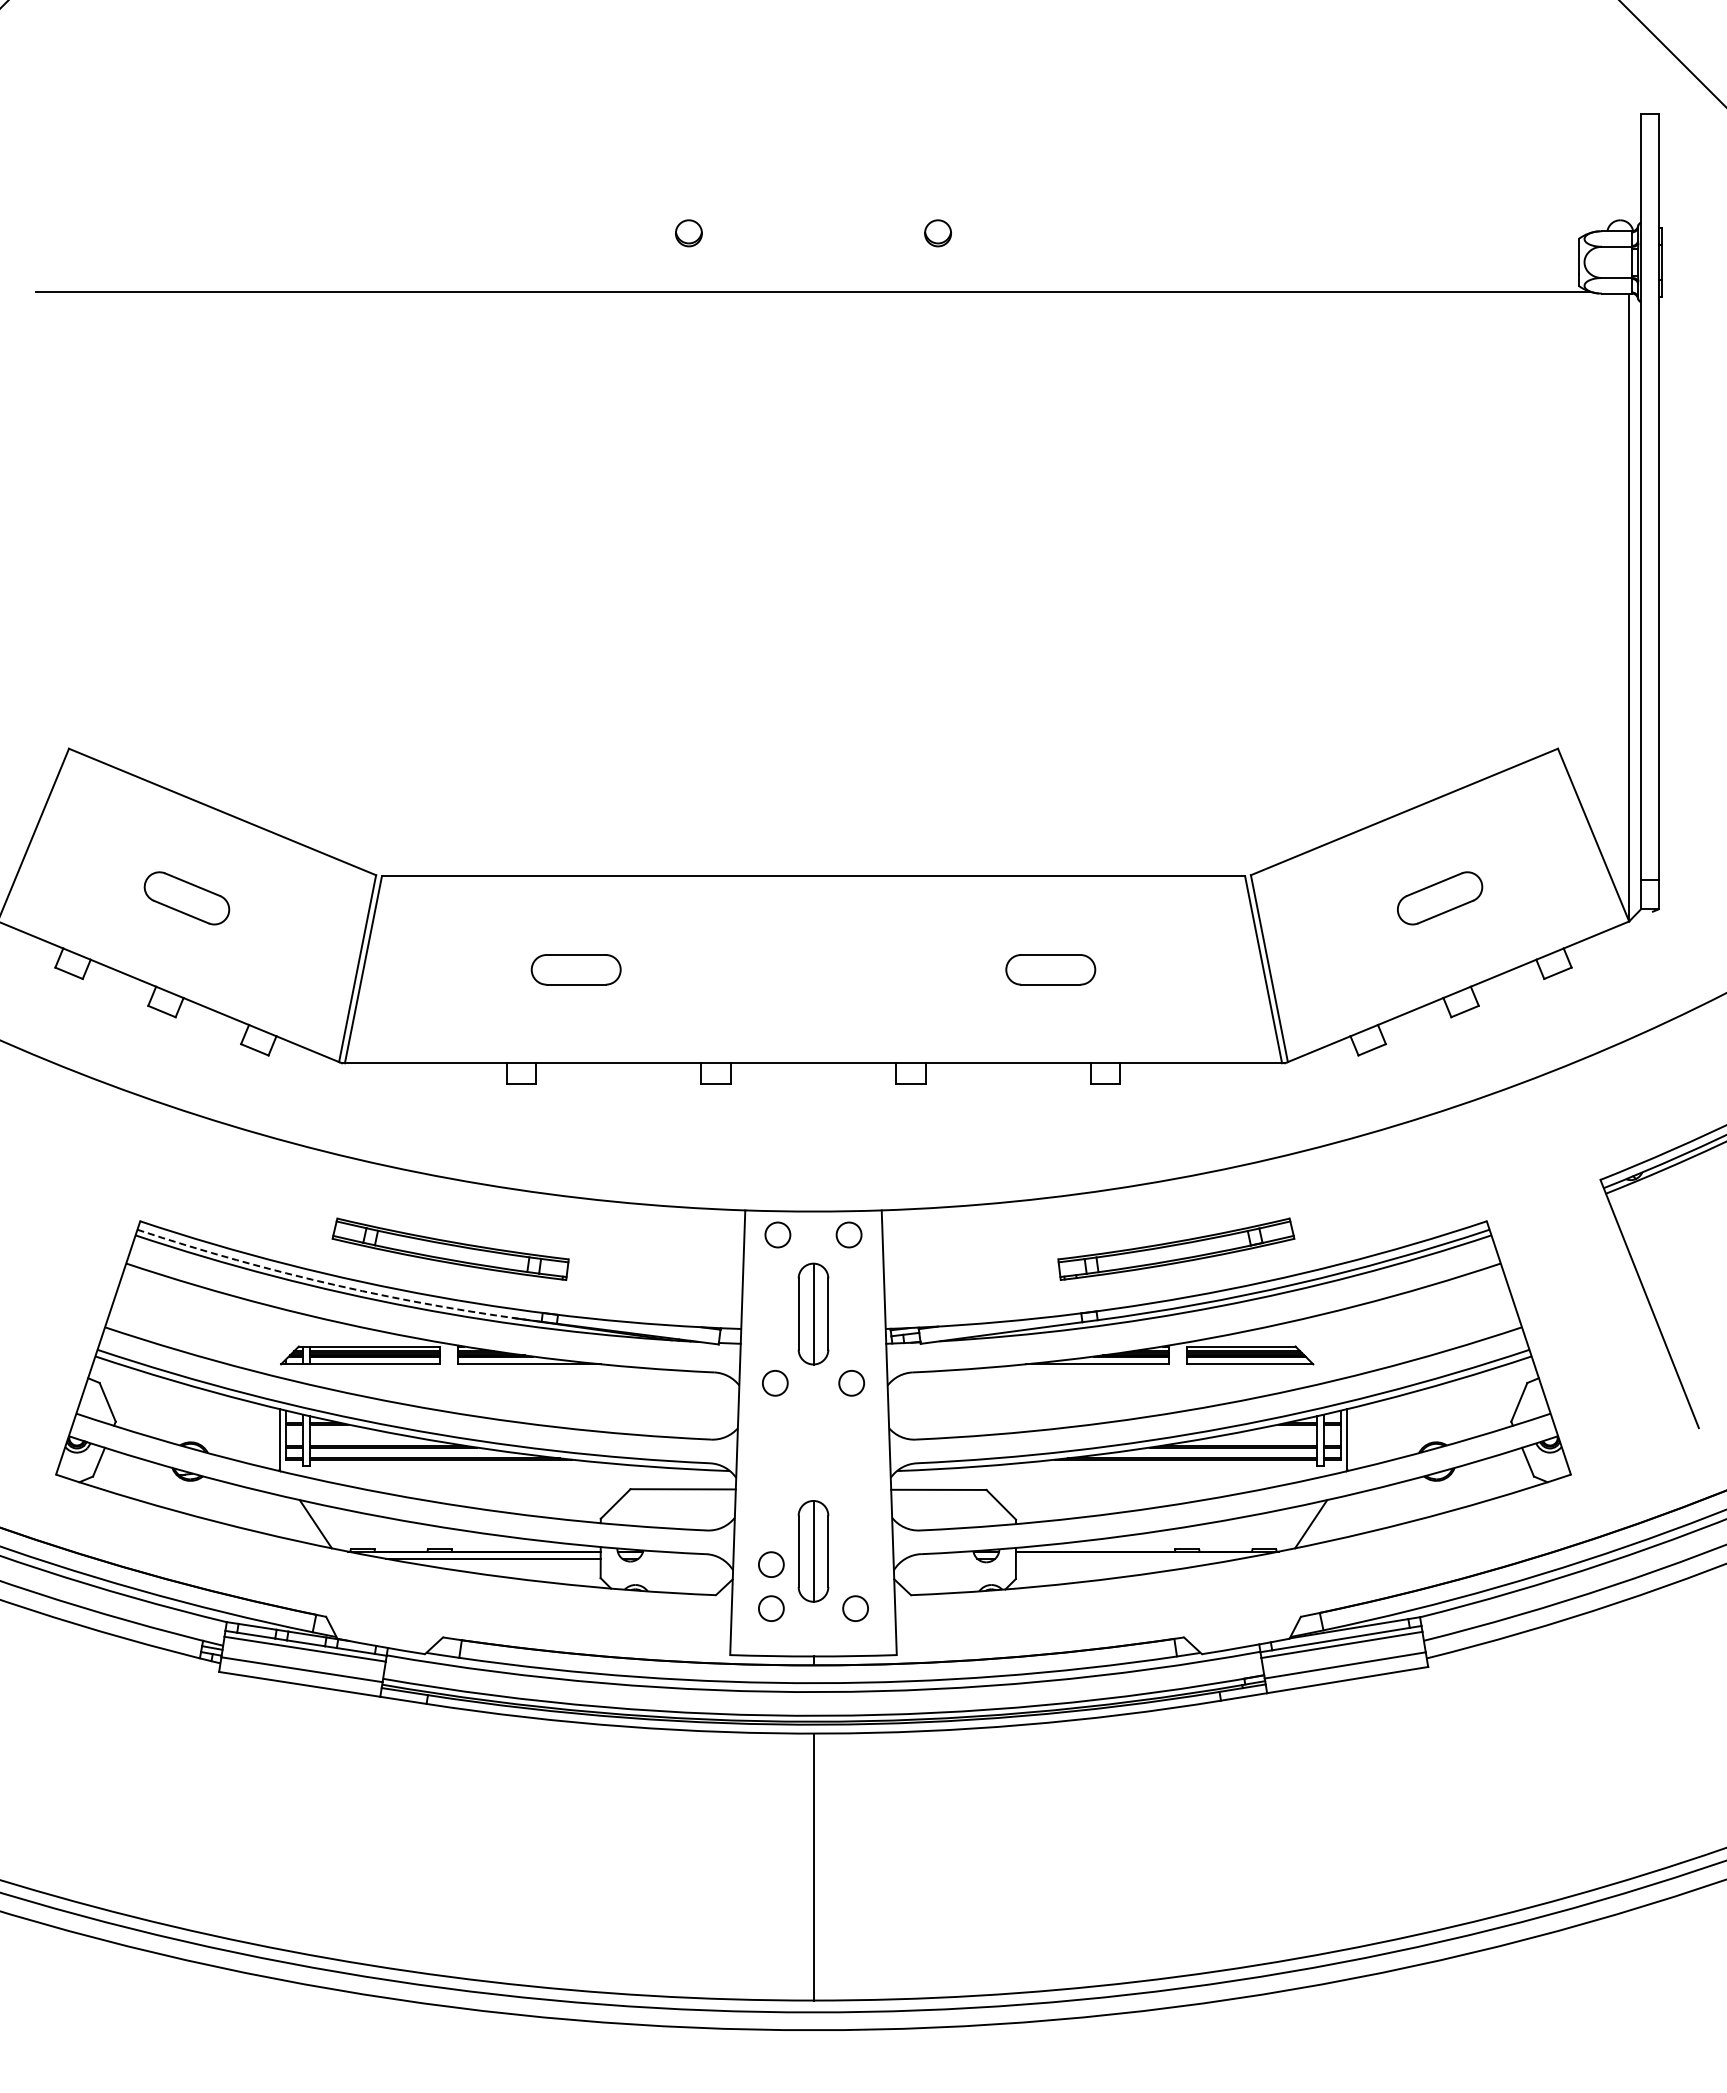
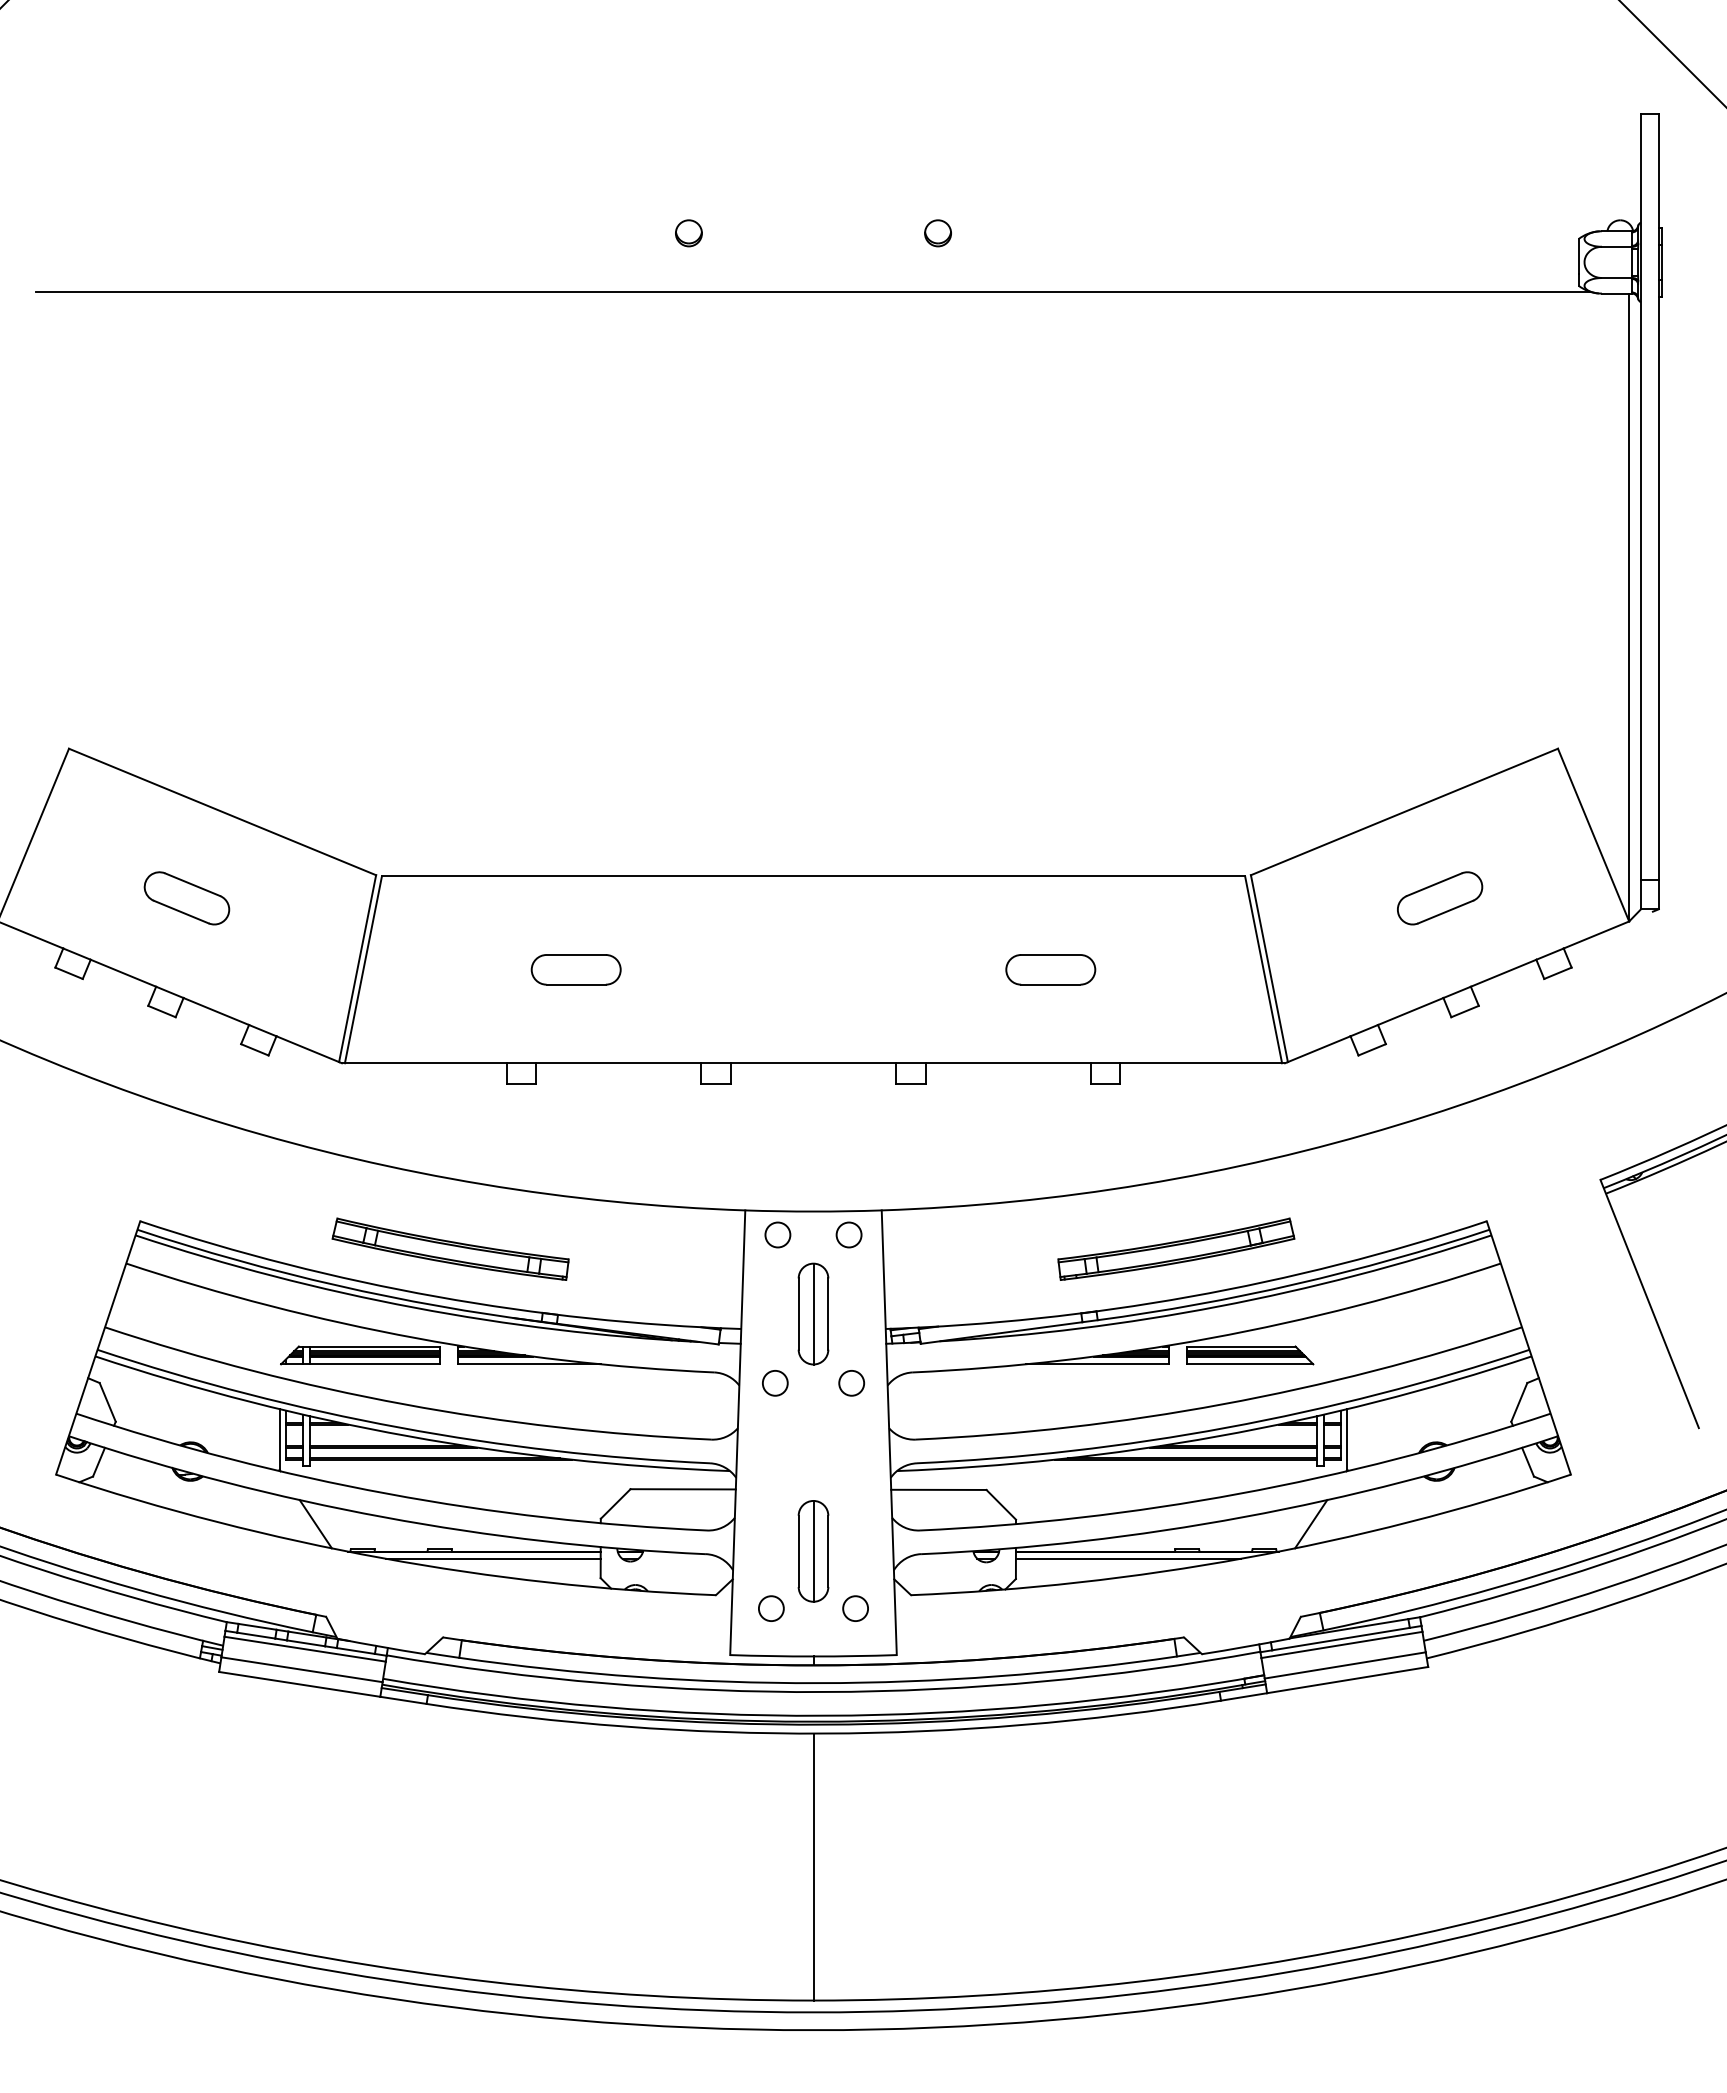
arc at (337, 1285): dashed -> solid
line at (1127, 1558): none -> present
circle at (771, 1564): present -> none
